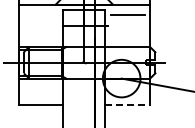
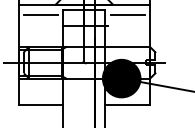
line at (40, 15): none -> present
fill at (121, 78): none -> present
line at (128, 104): dashed -> solid
